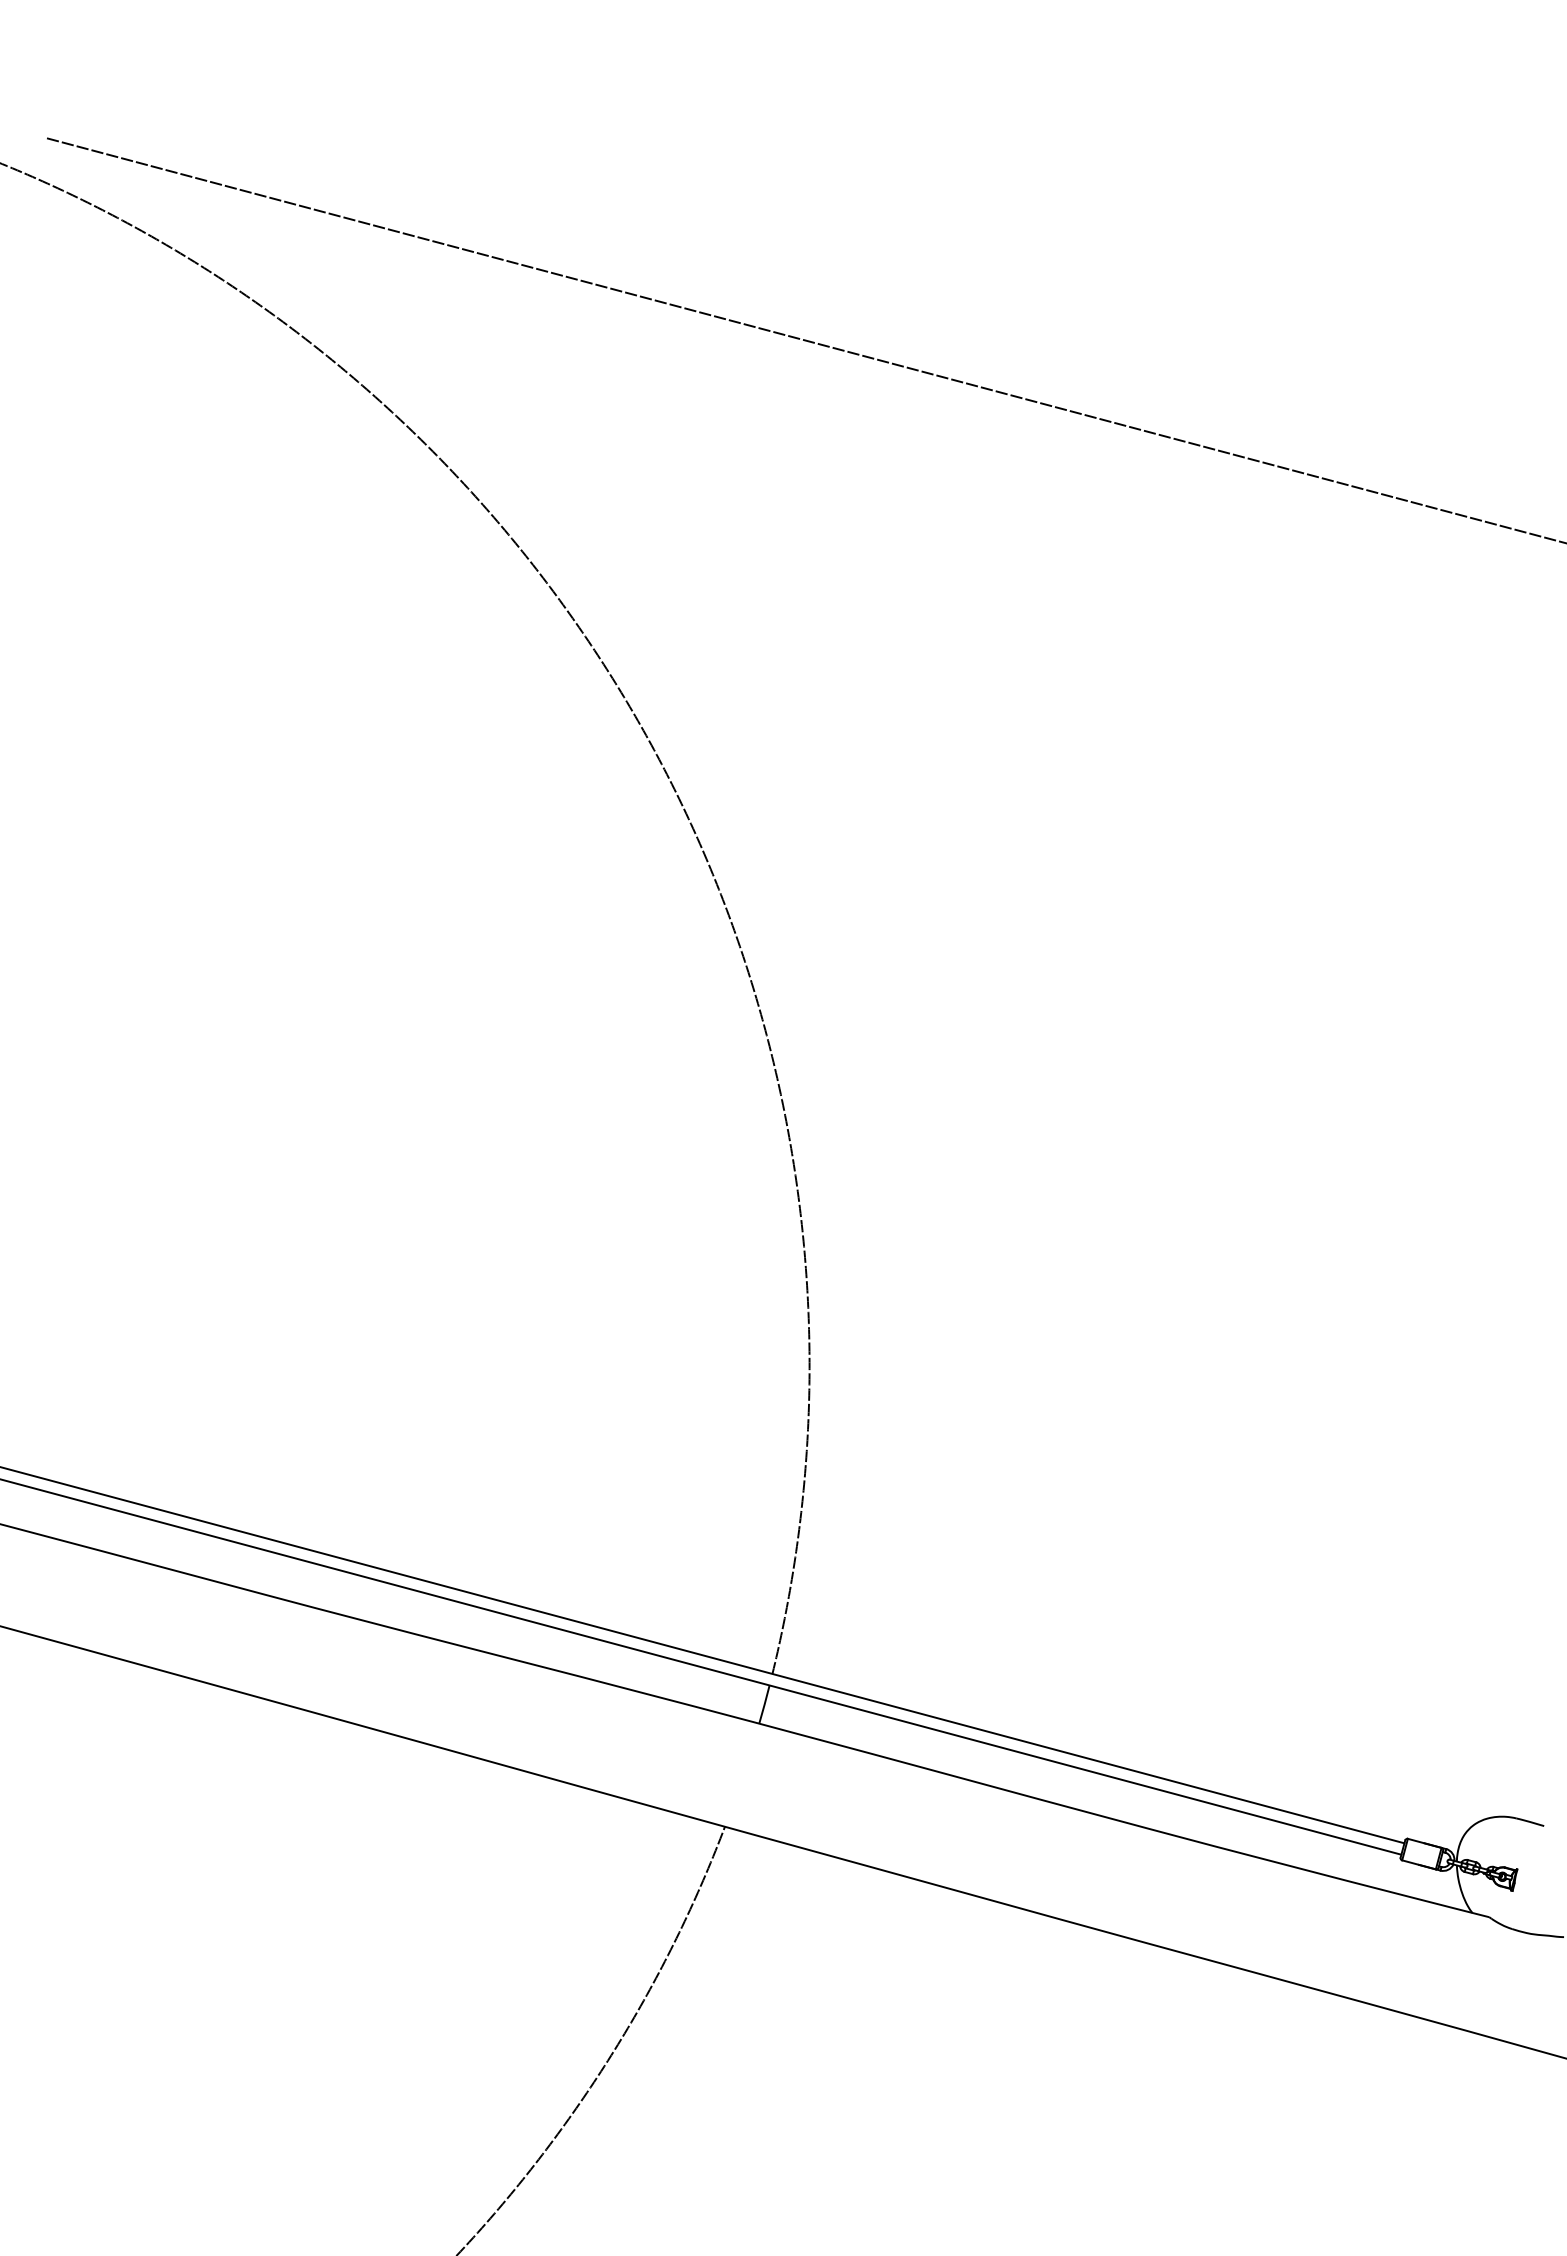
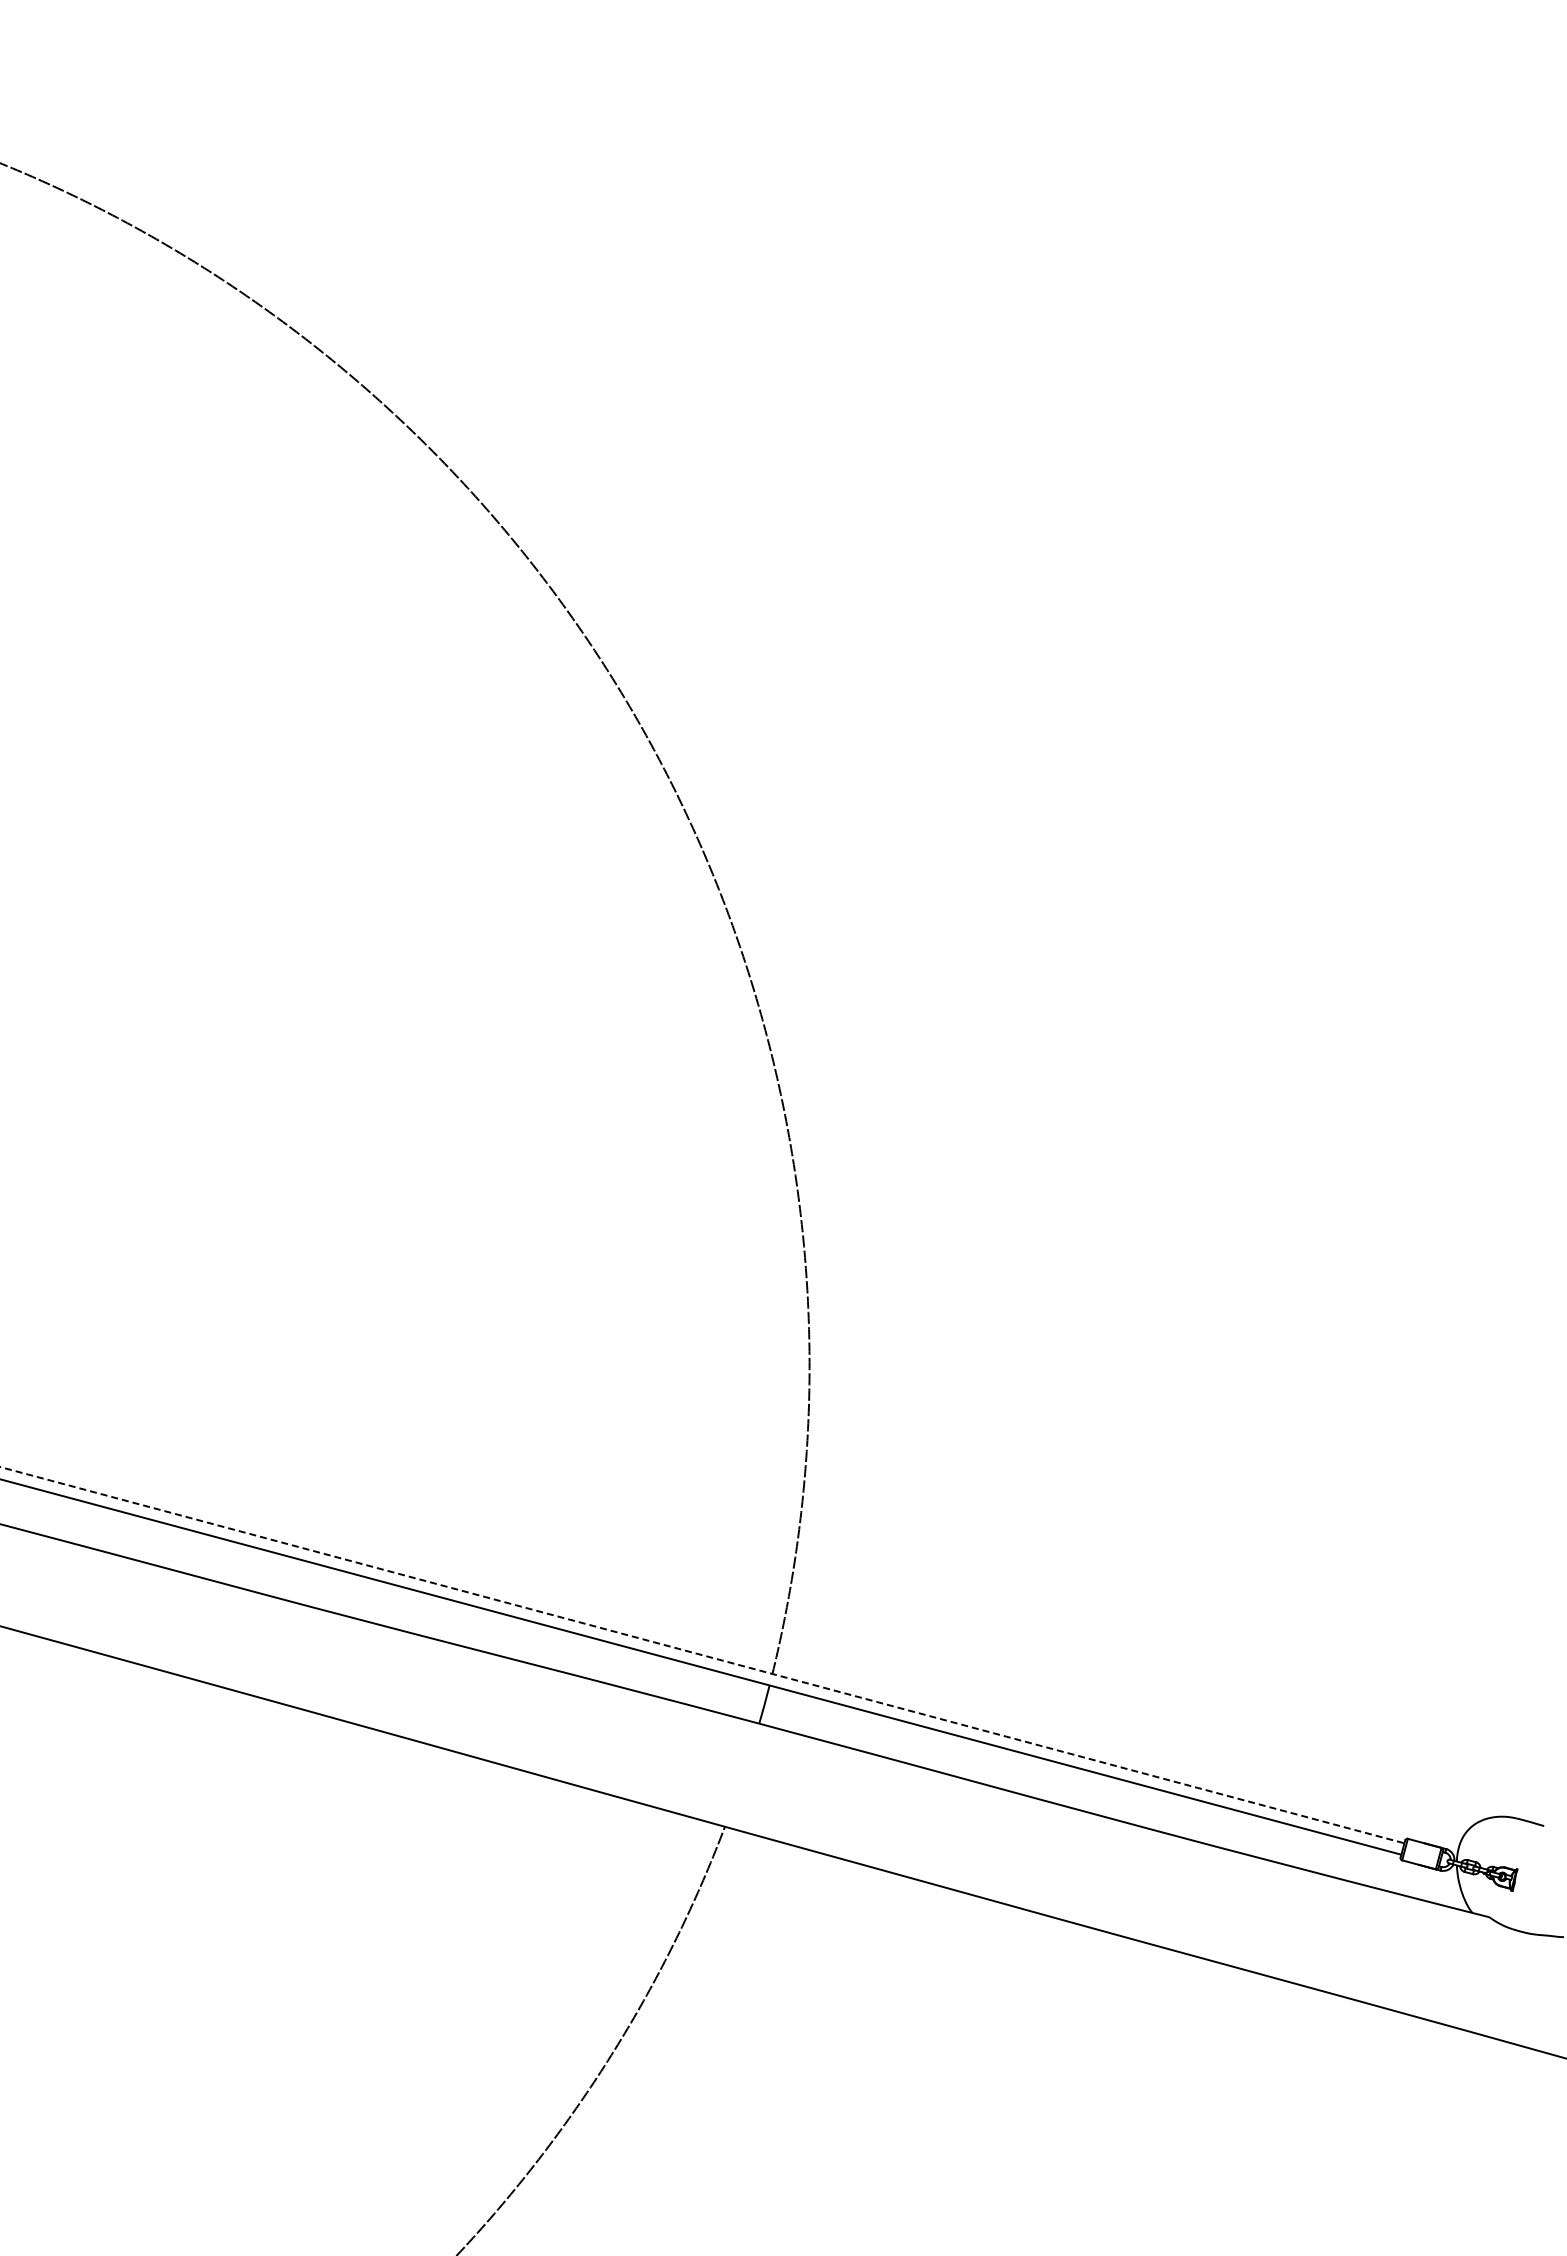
line at (804, 340): present -> none
line at (702, 1655): solid -> dashed
